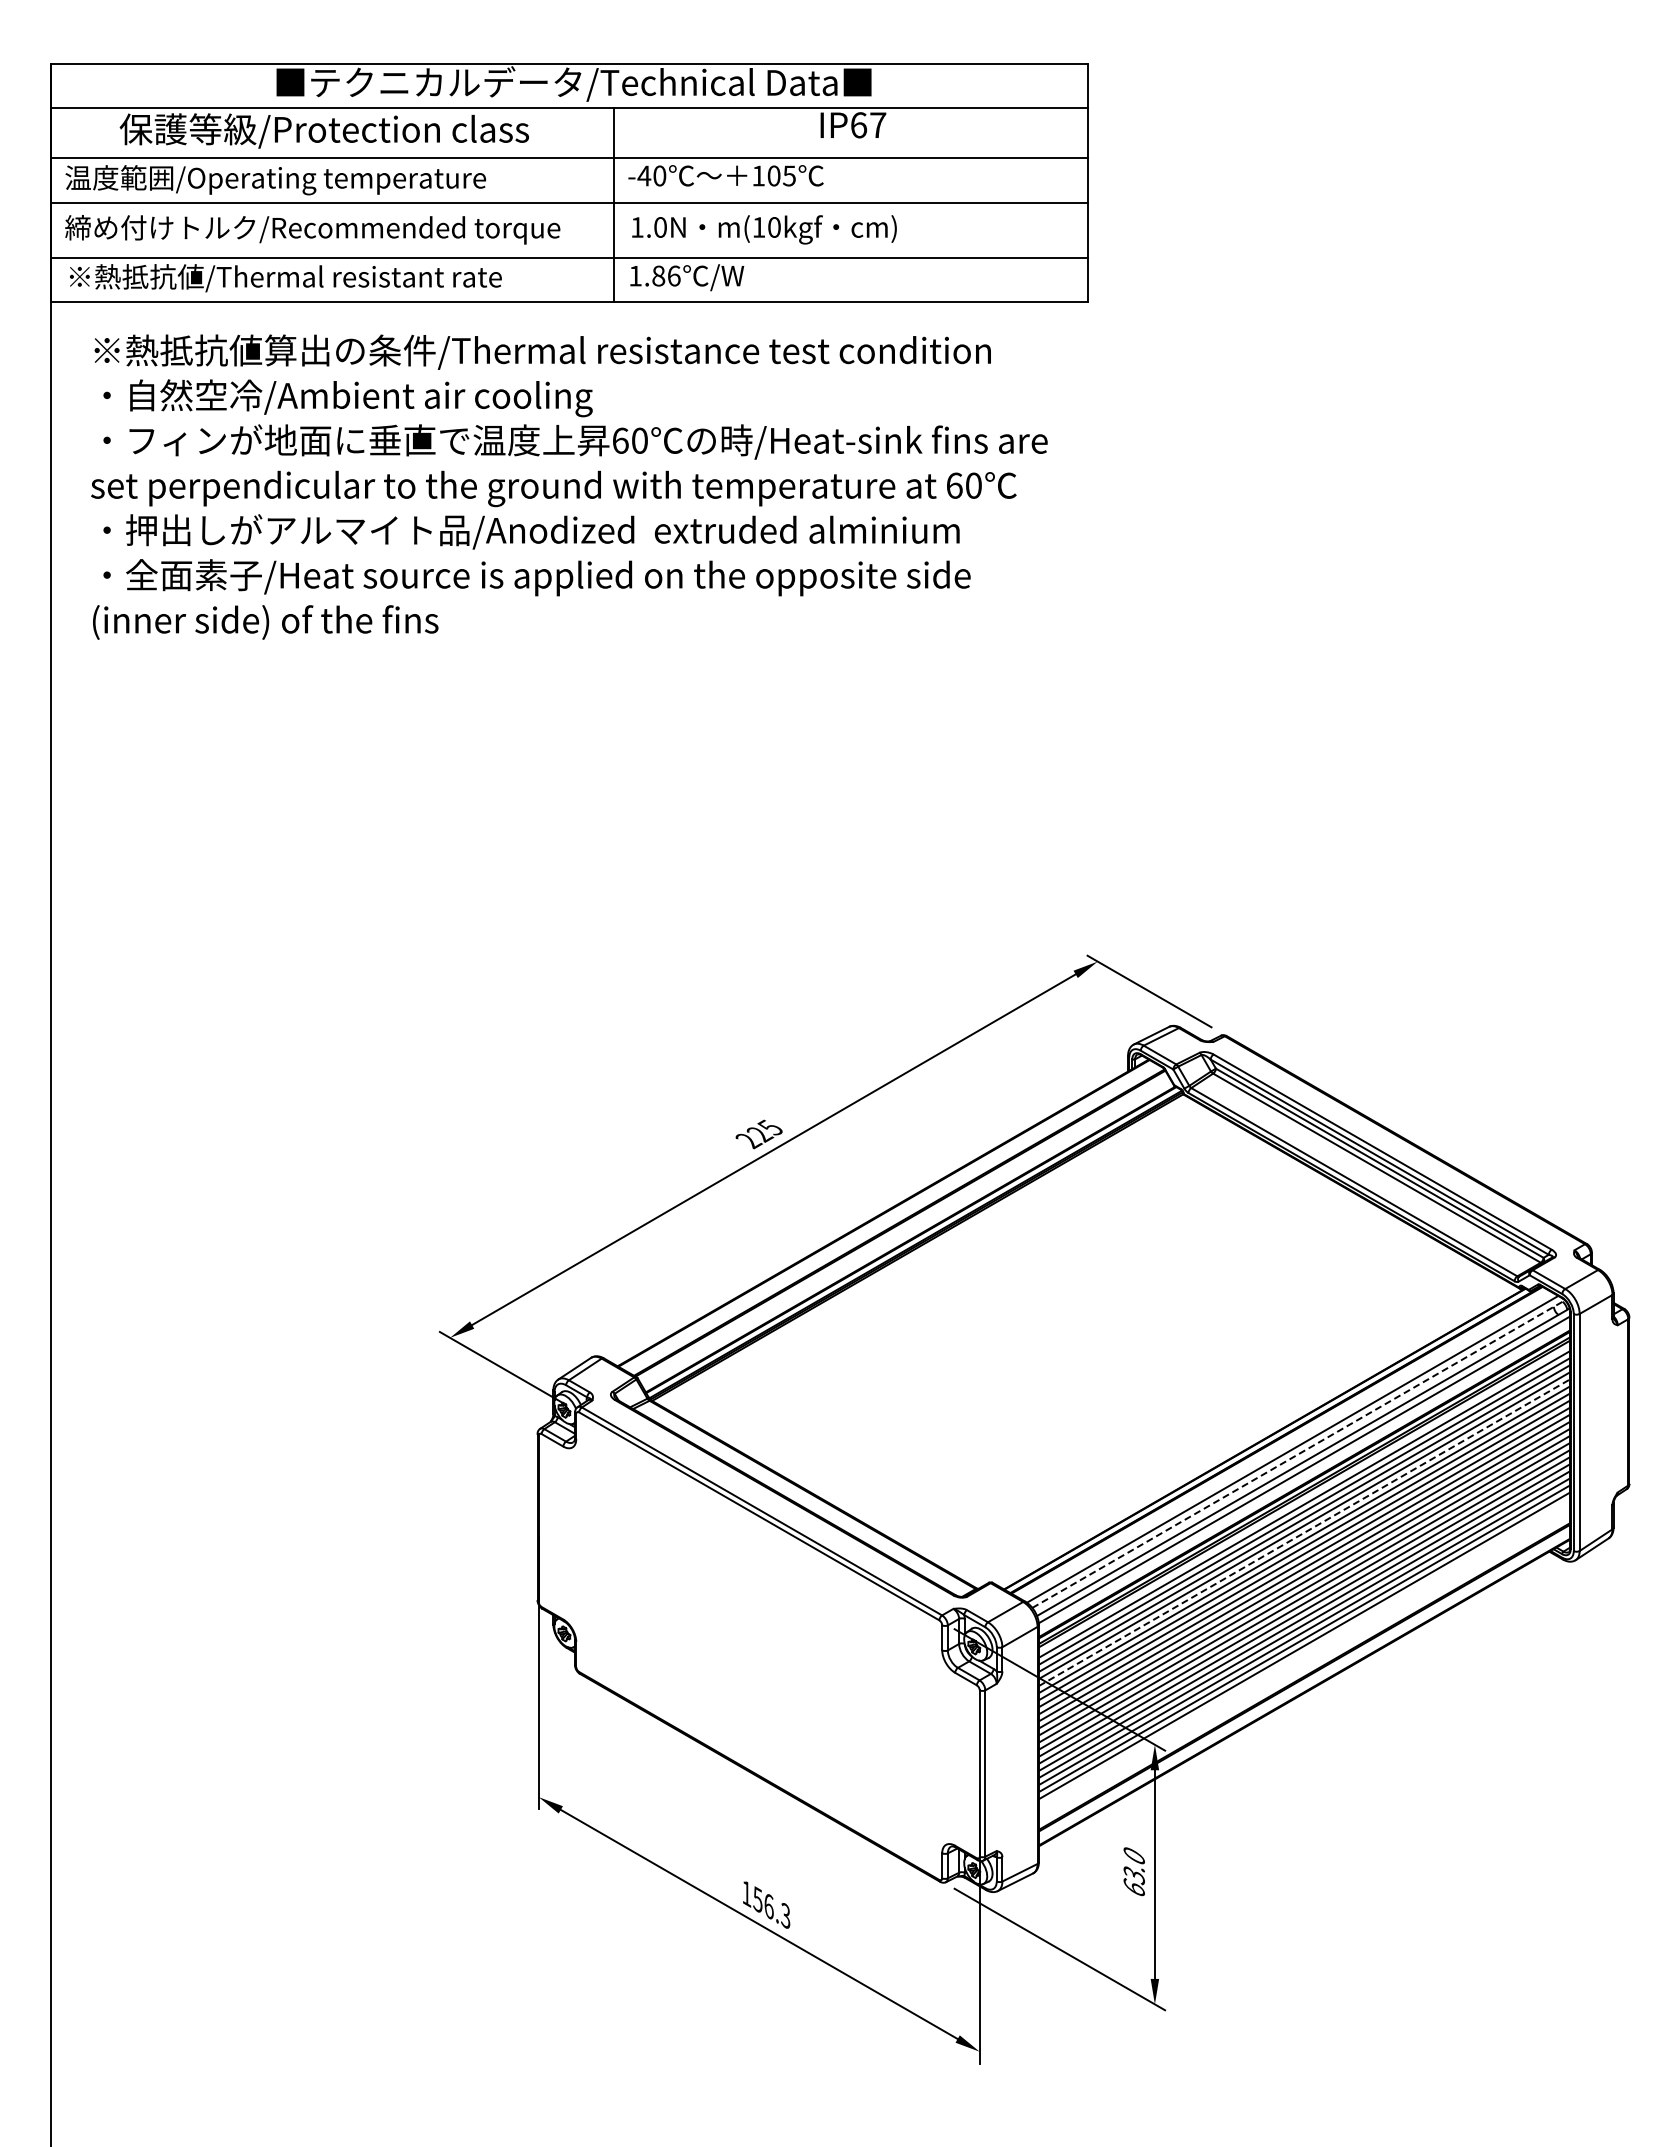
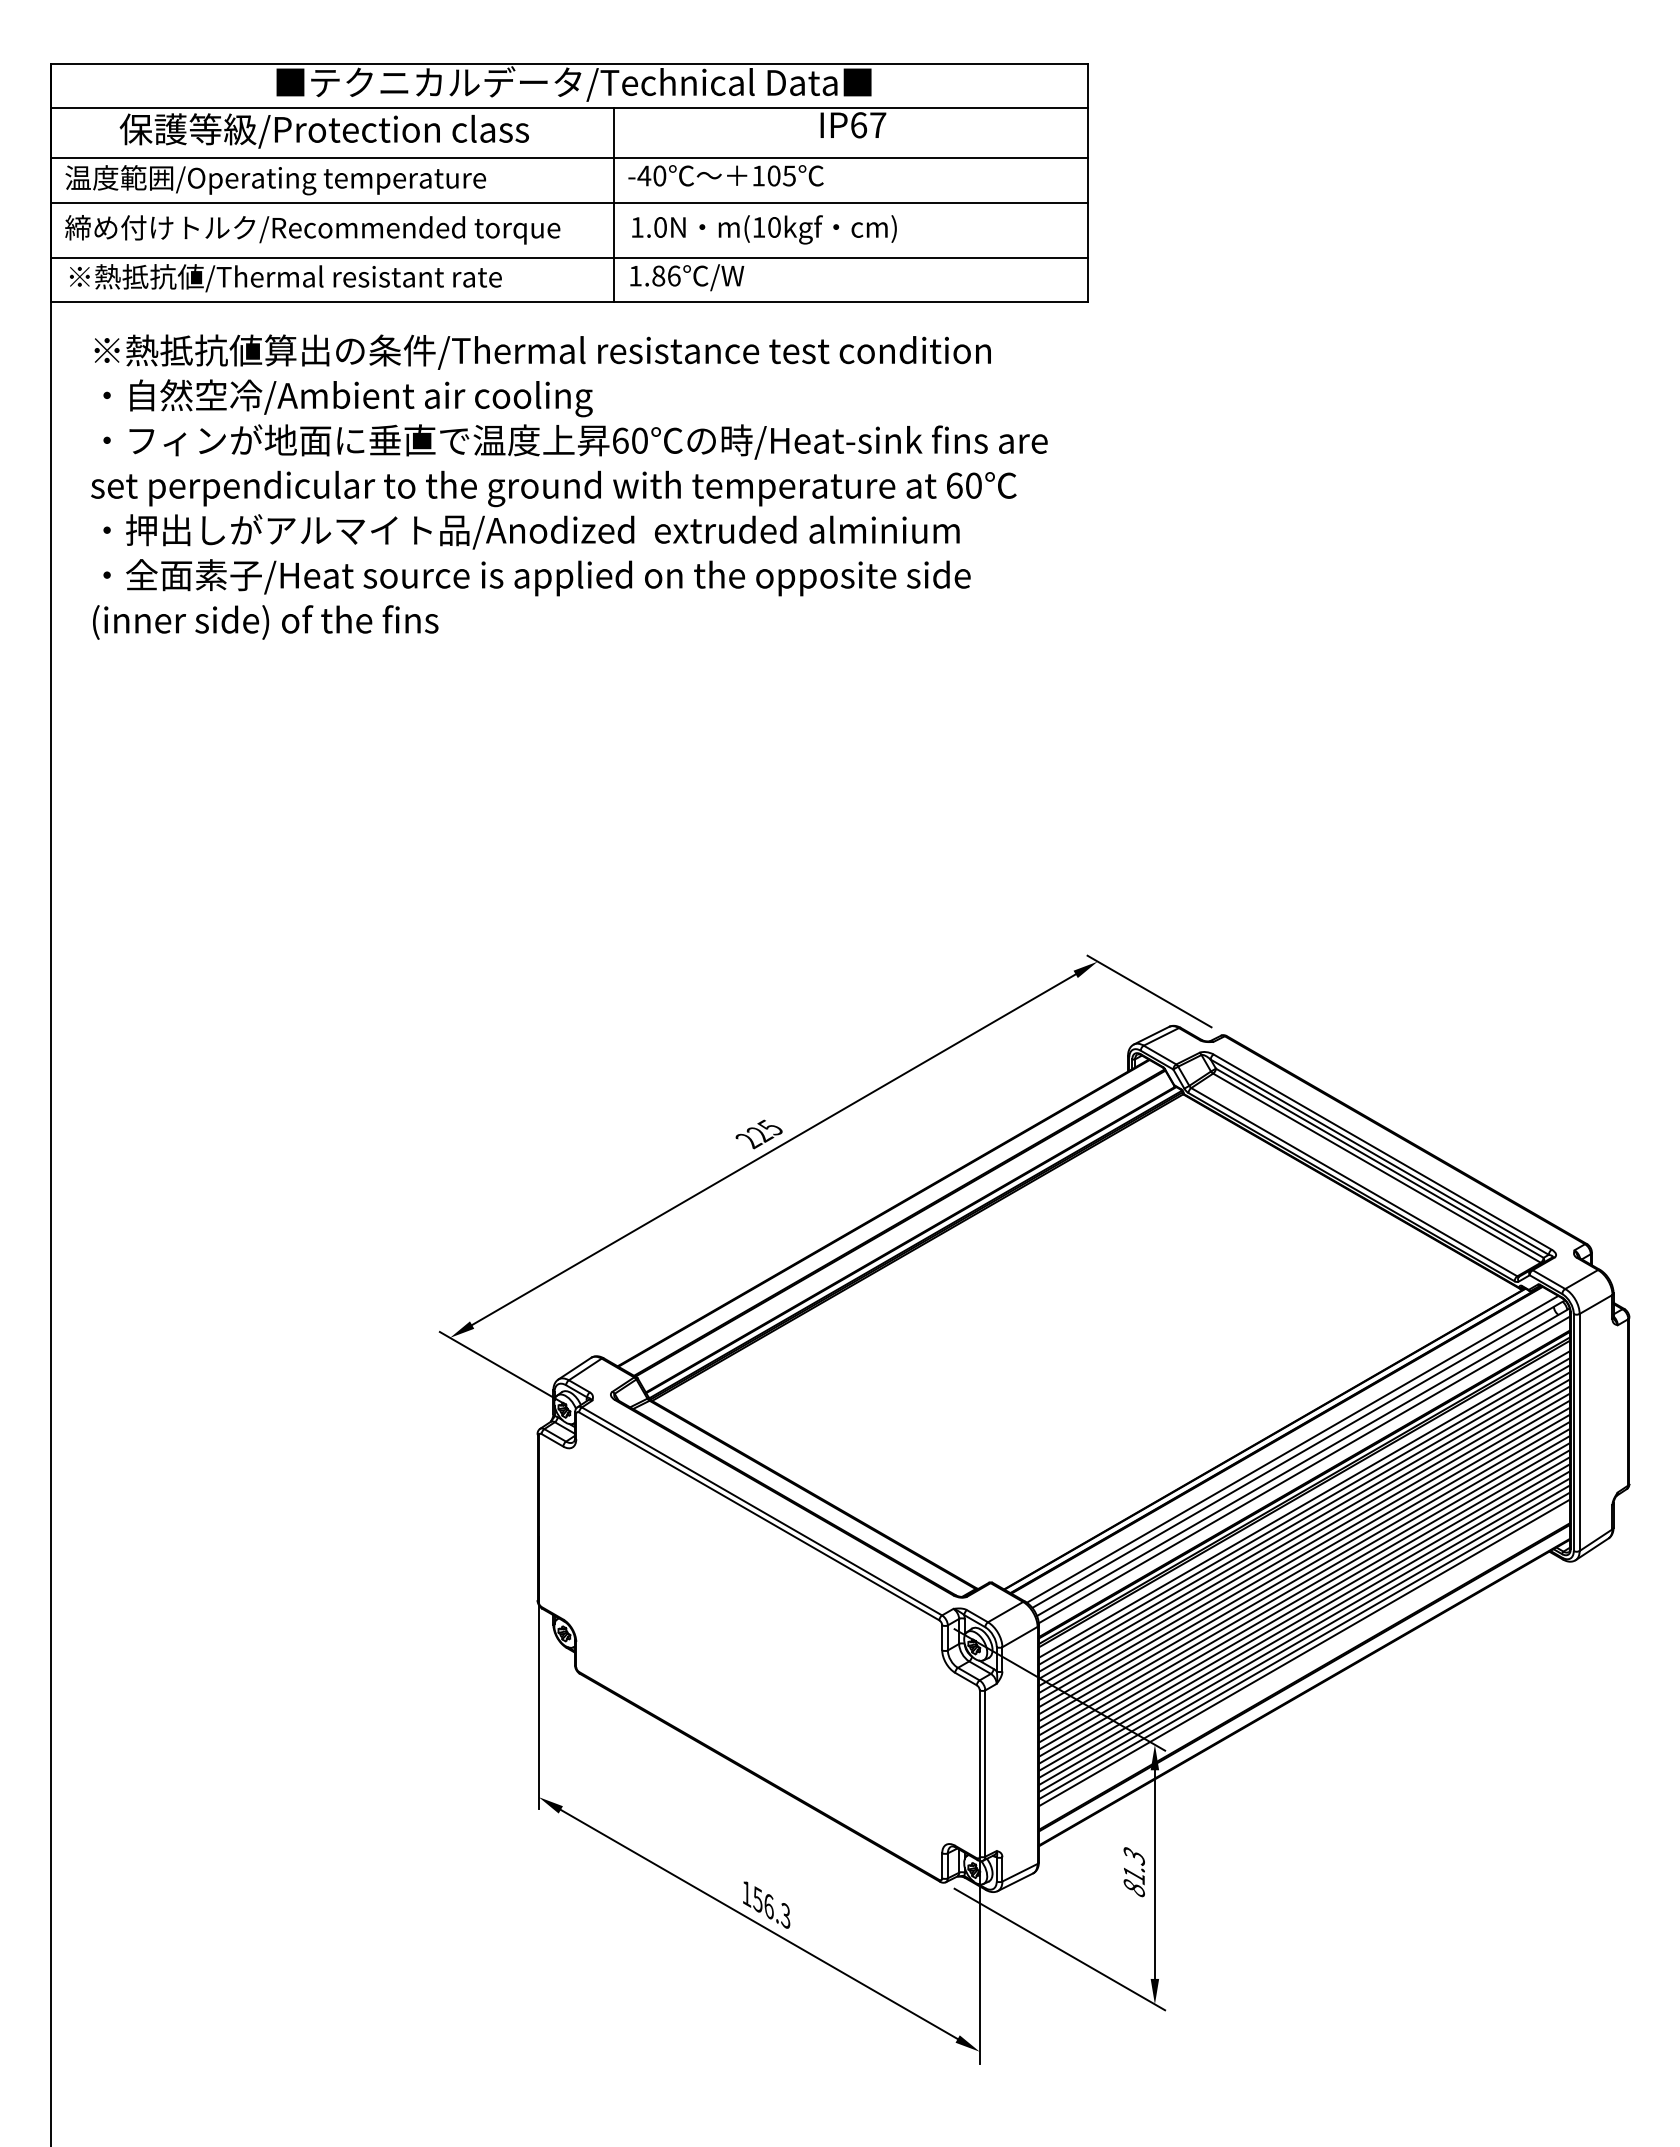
line at (1298, 1454): dashed -> solid
line at (1304, 1532): dashed -> solid
line at (1304, 1652): none -> present
text at (1133, 1872): 63.0 -> 81.3
